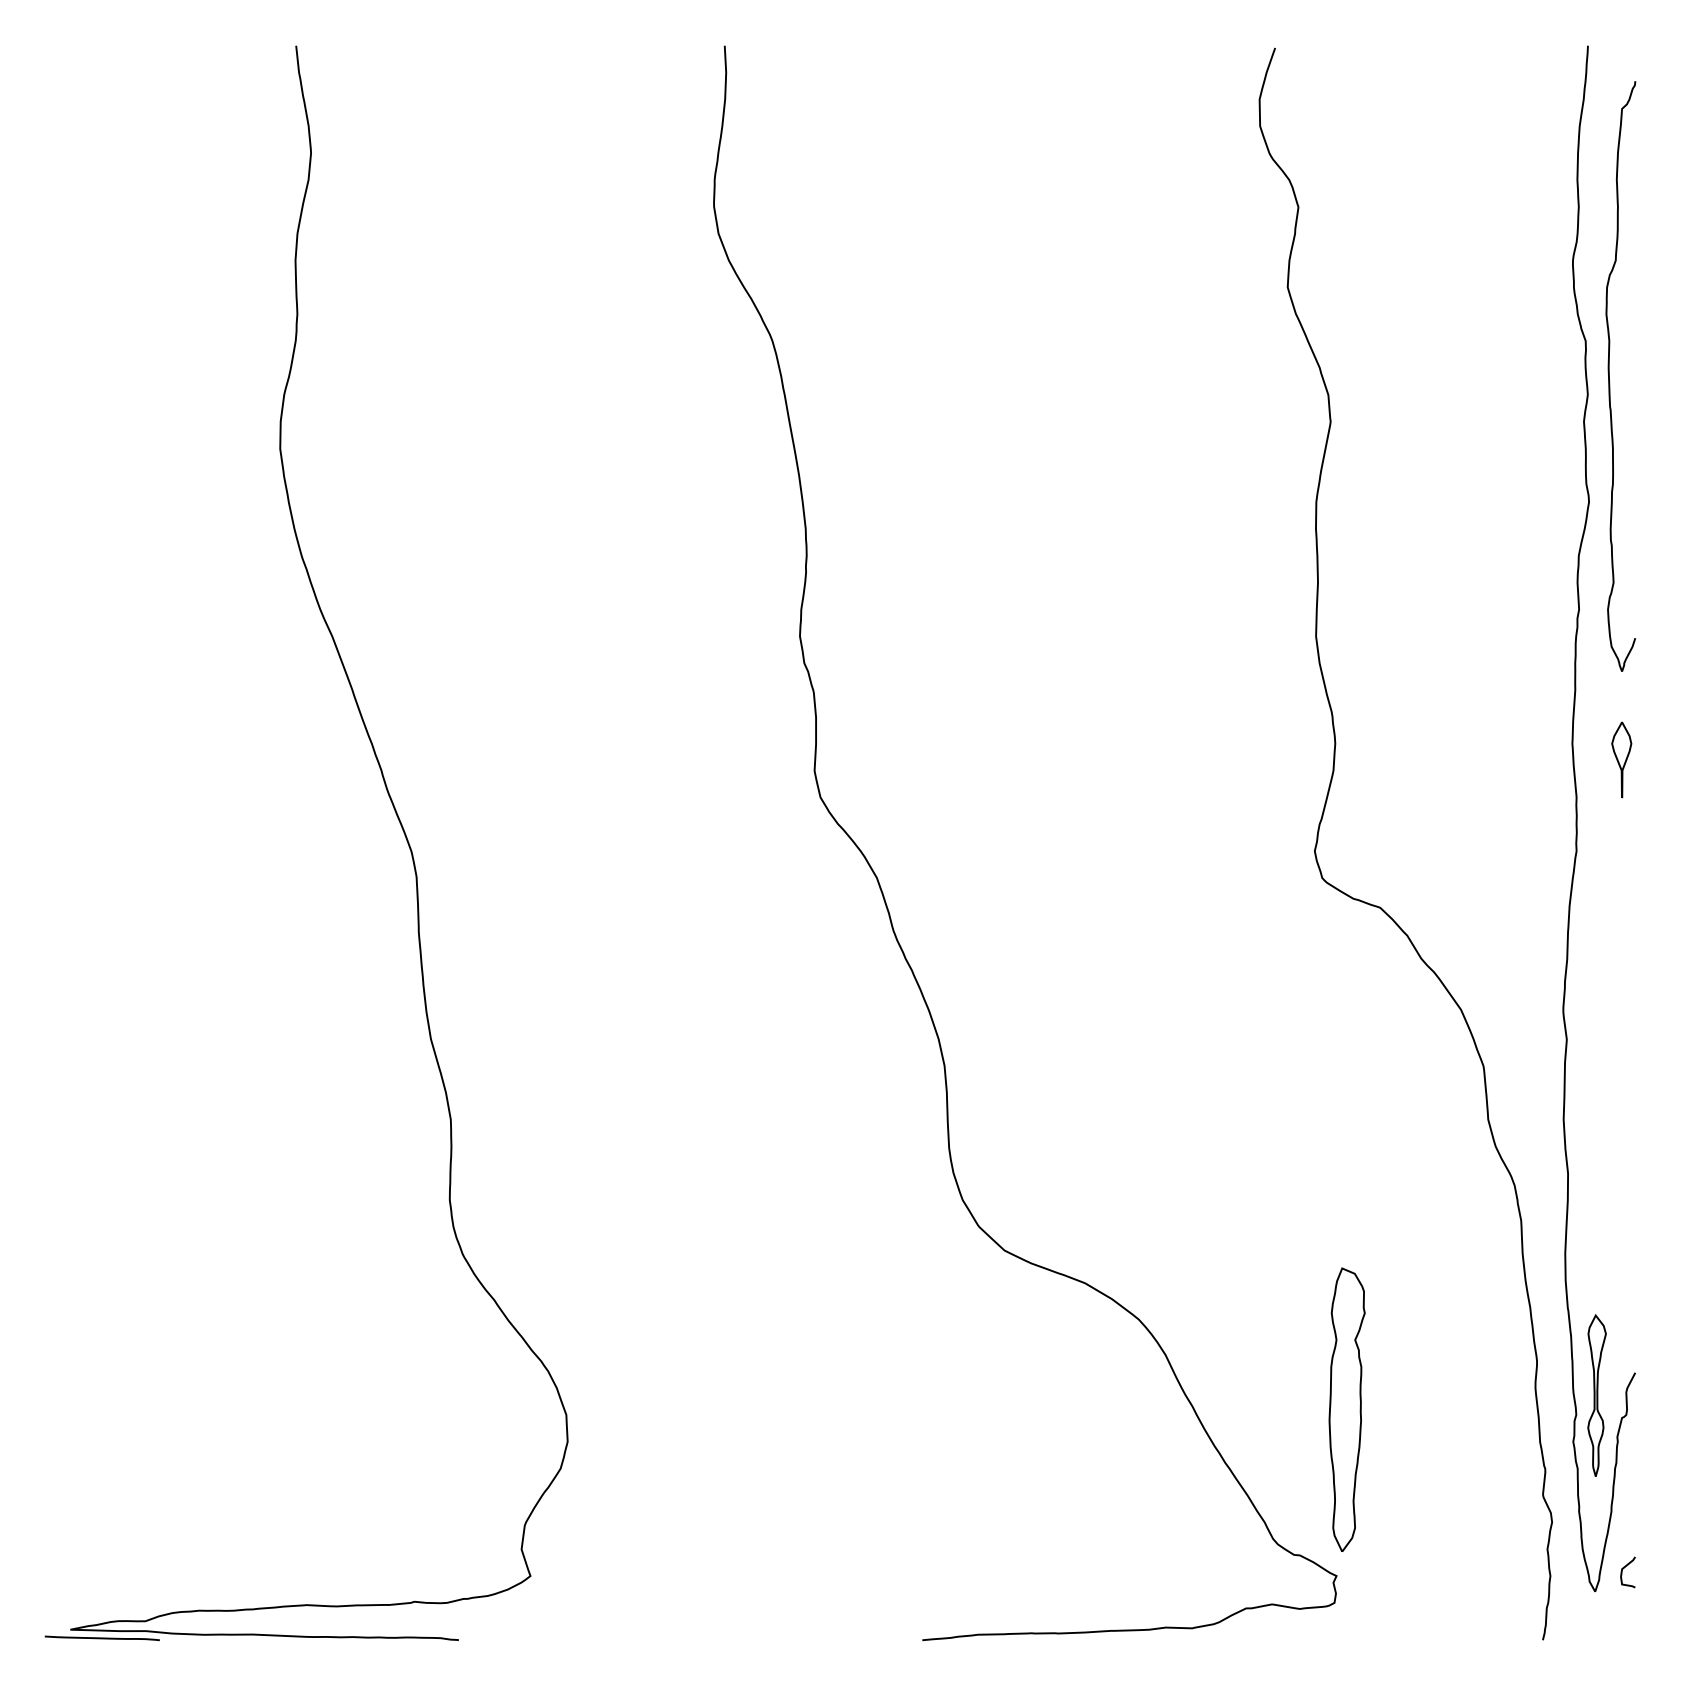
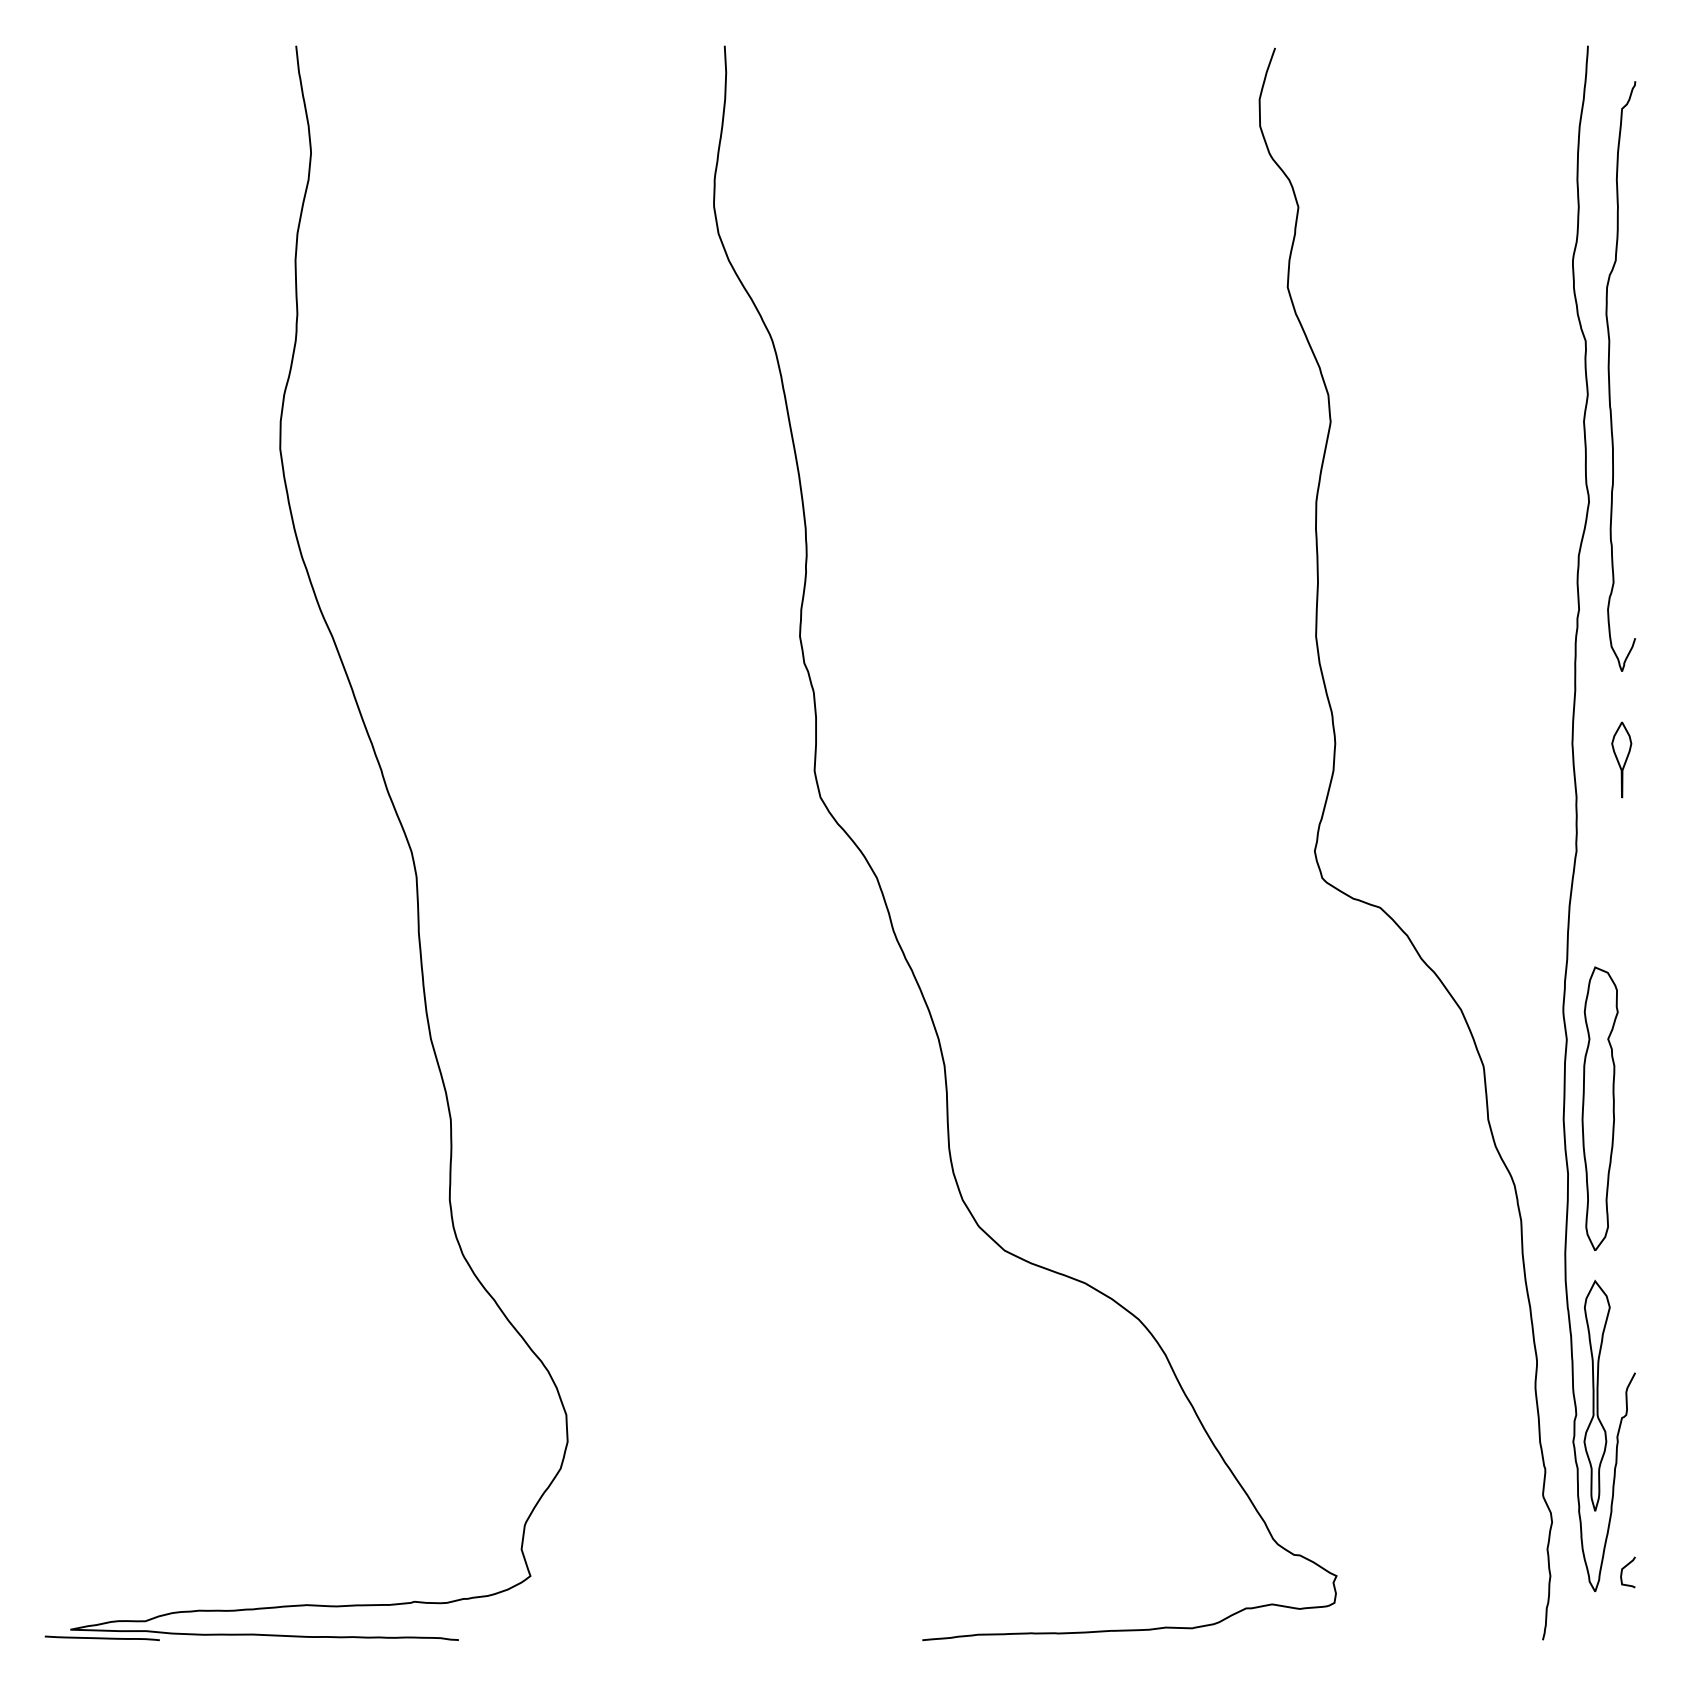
part at (1596, 1395) size: 20x163 px -> 28x233 px
part at (1346, 1409) position: (1346, 1409) -> (1599, 1108)
